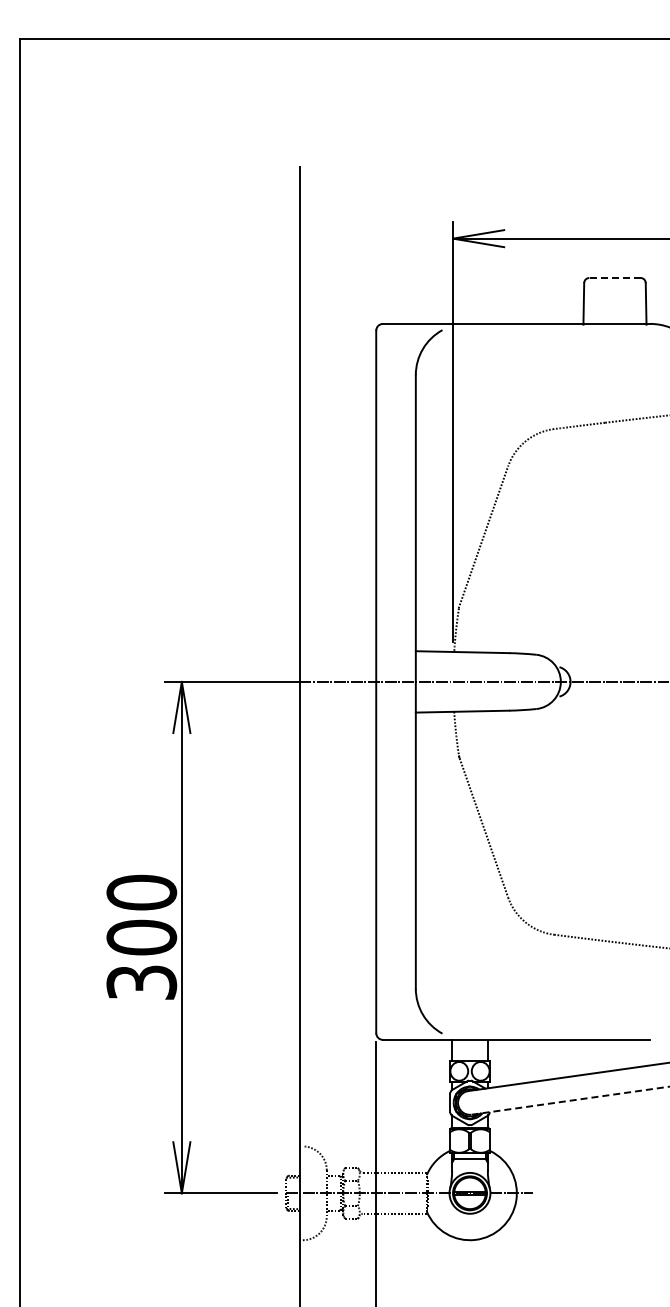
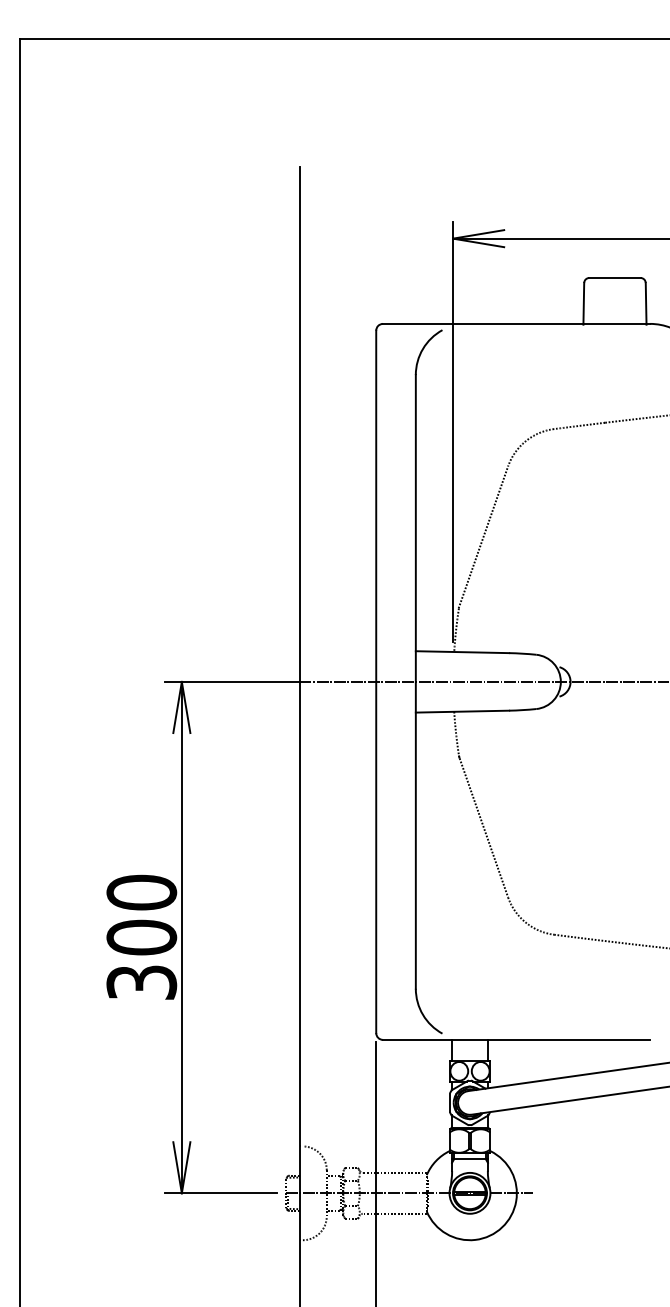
line at (614, 278): dashed -> solid
line at (570, 1100): dashed -> solid
